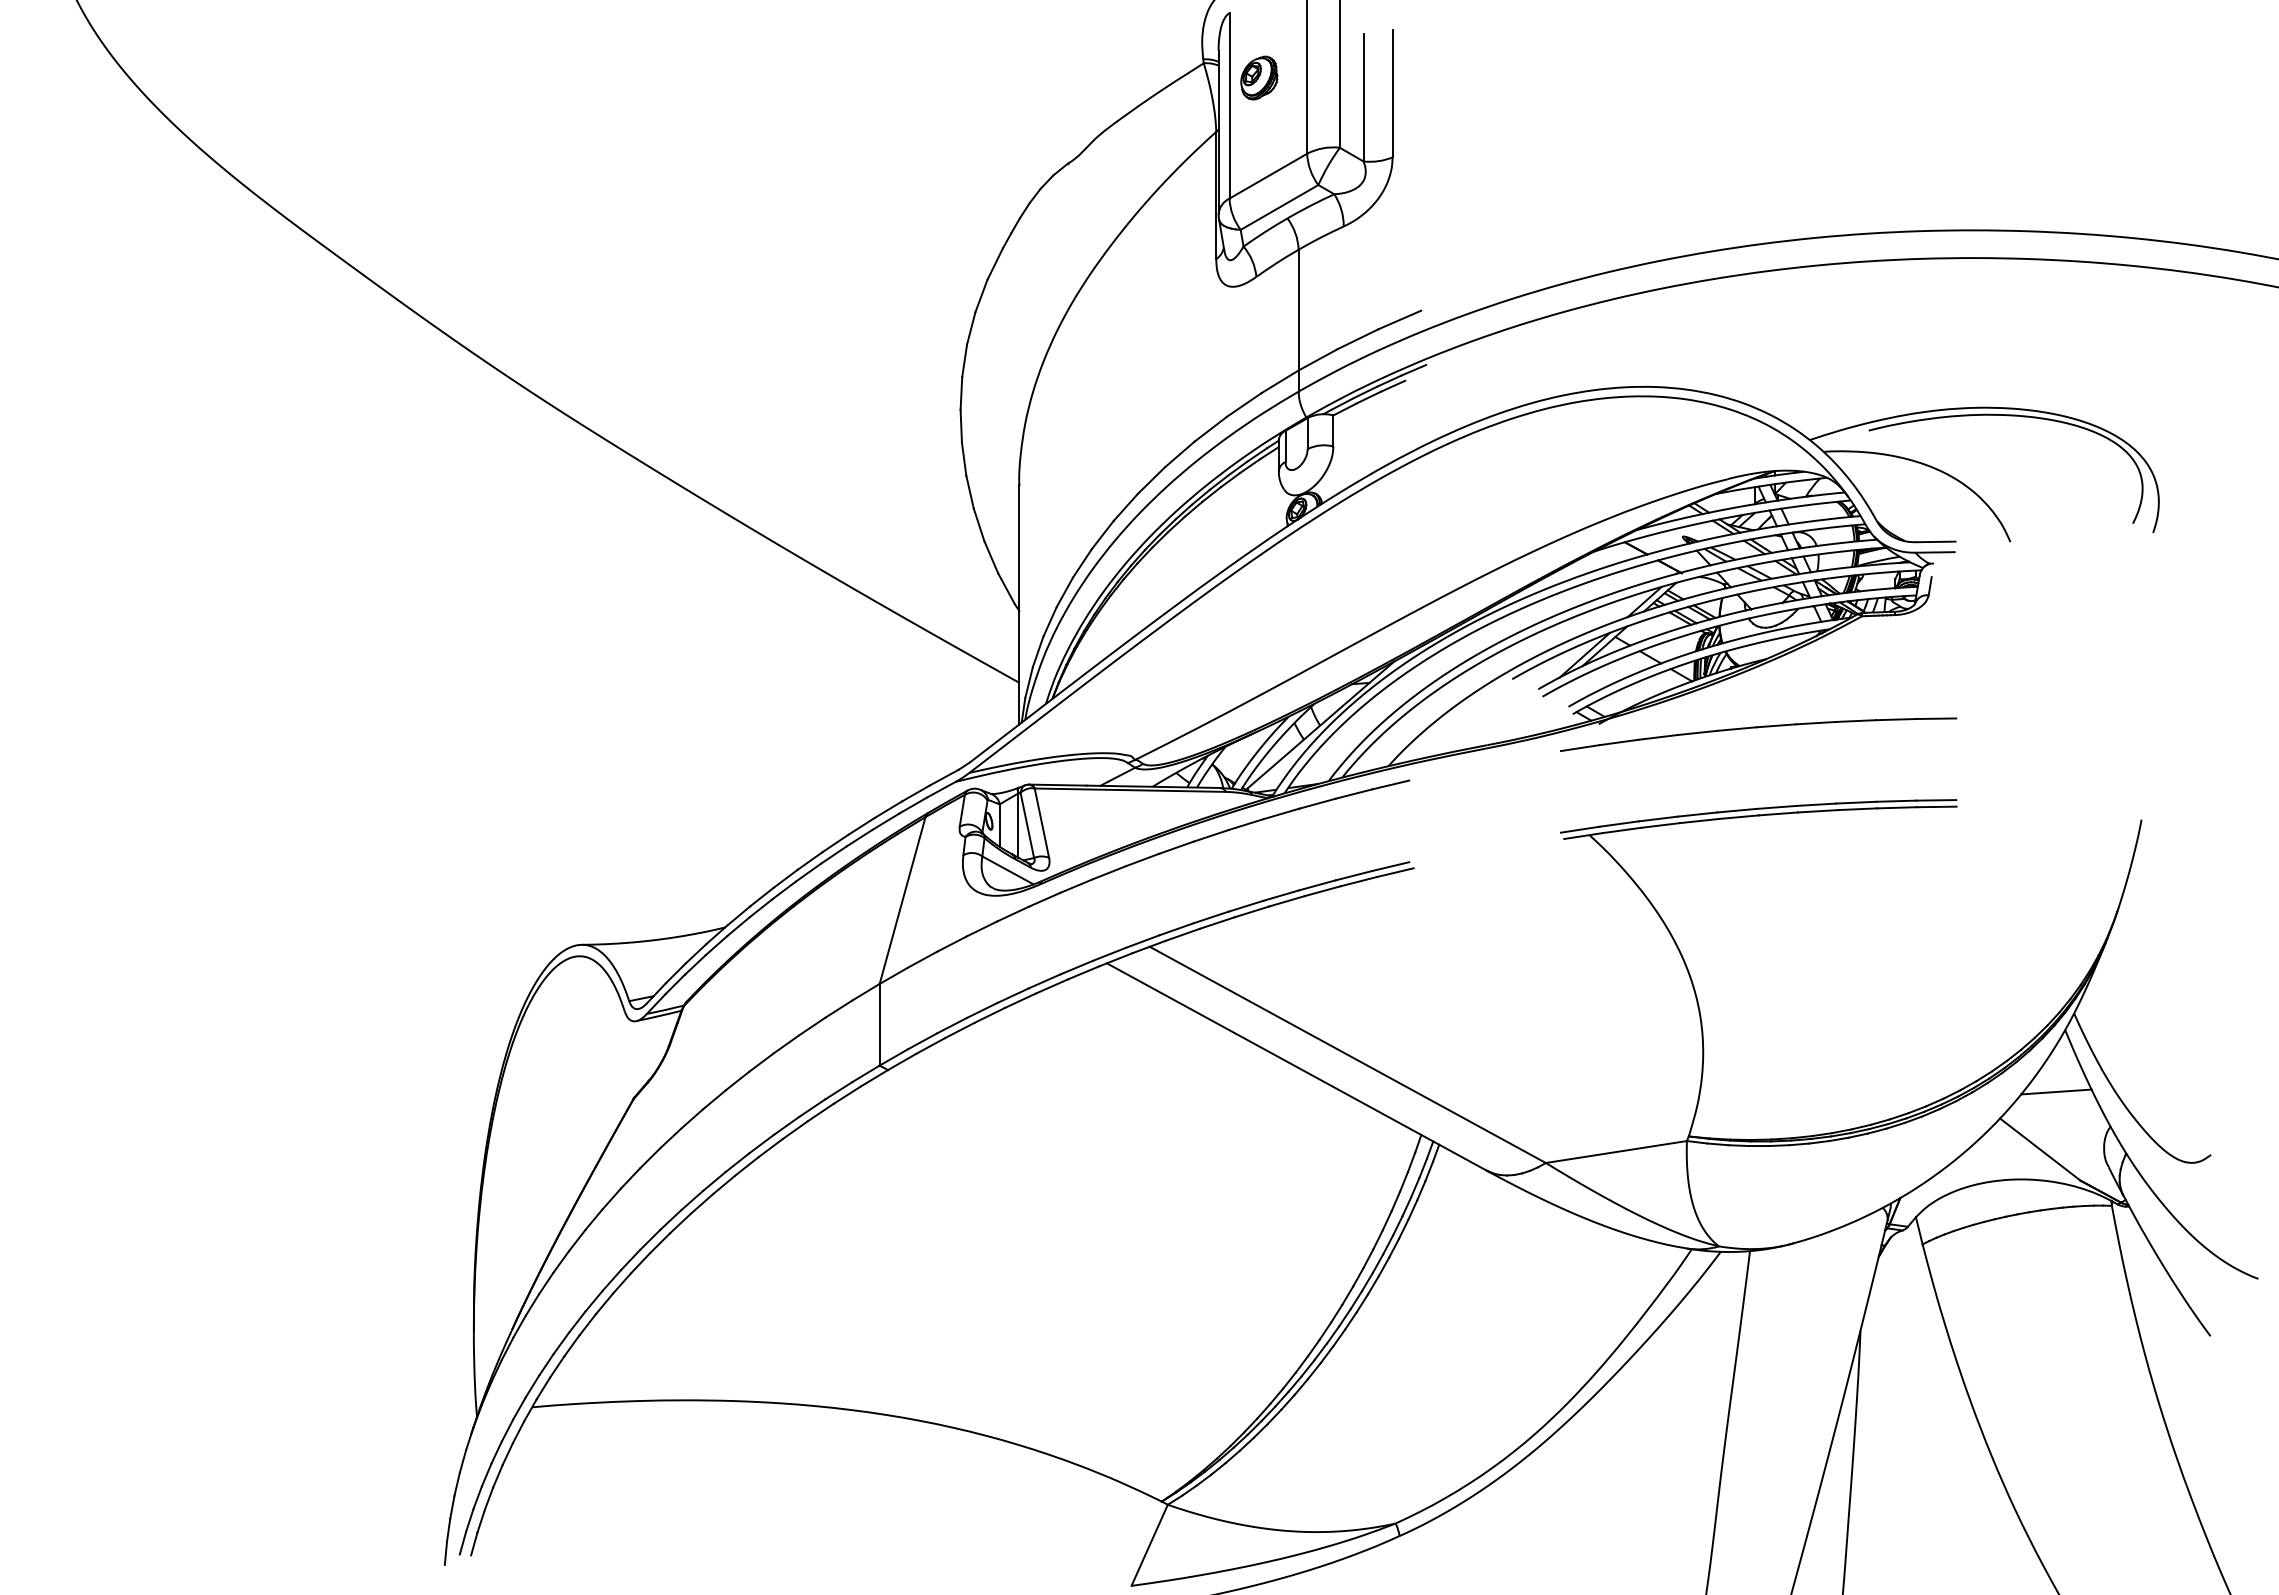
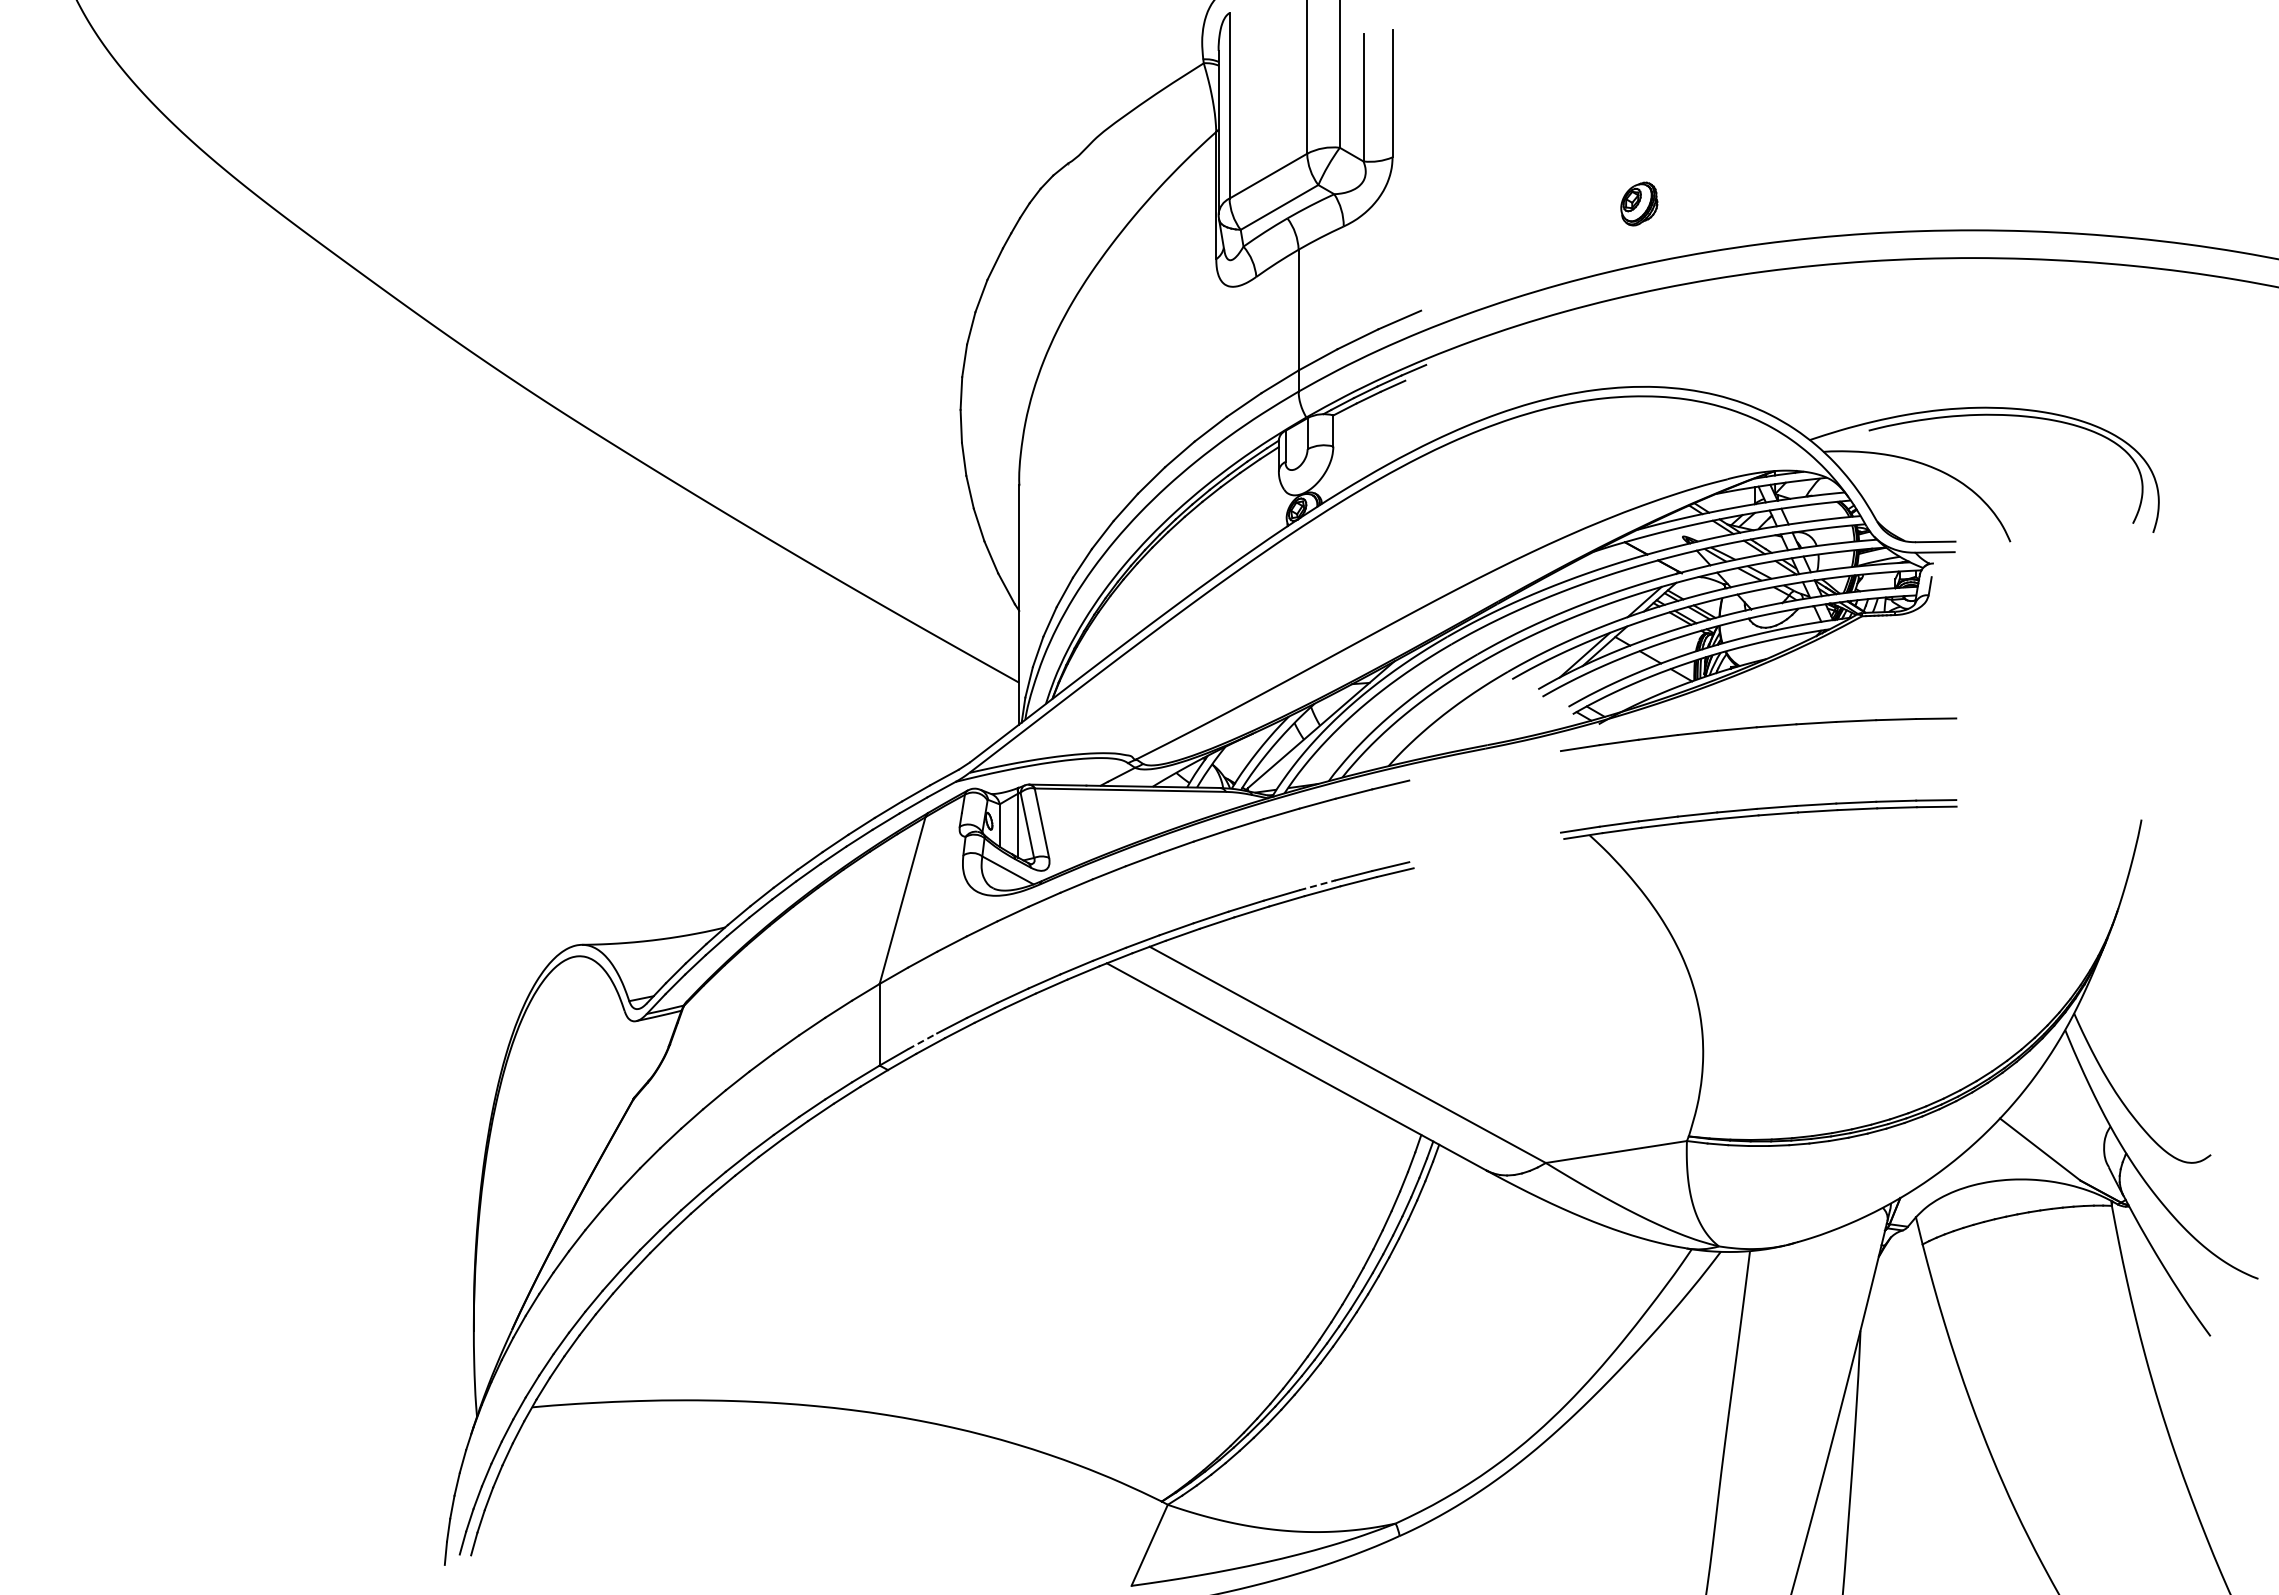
part at (1259, 77) position: (1259, 77) -> (1639, 203)
line at (1317, 885): solid -> dashed
line at (922, 1041): solid -> dashed
line at (2056, 1091): present -> none
